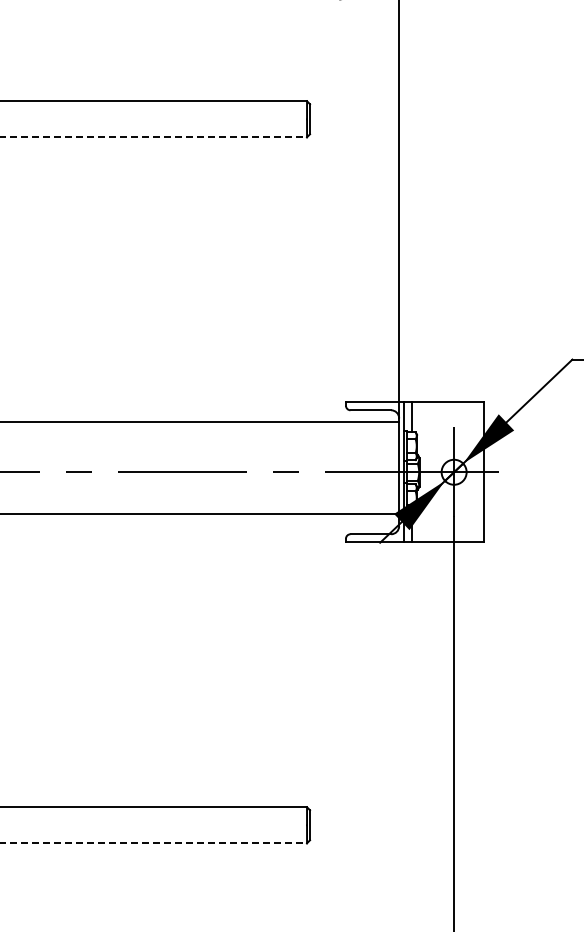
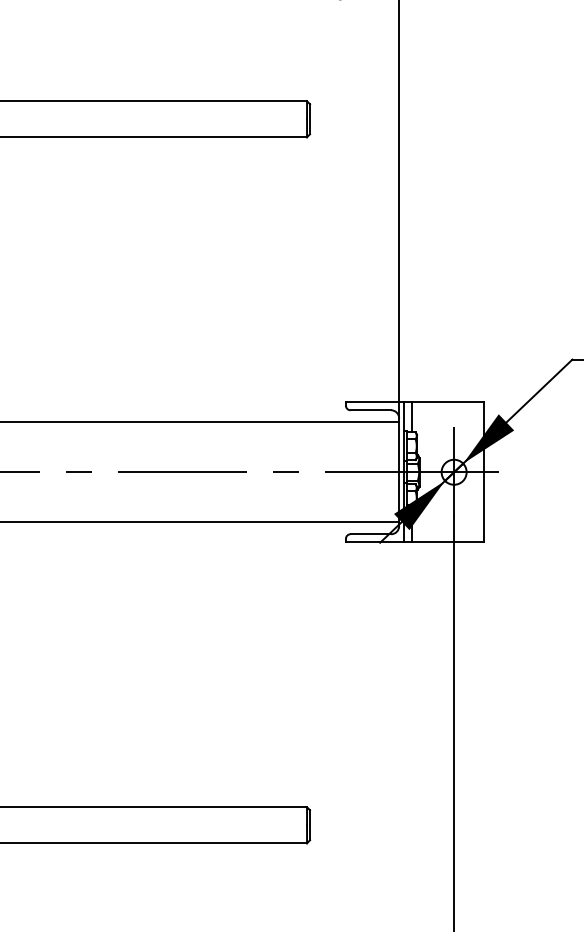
line at (154, 137): dashed -> solid
line at (200, 514) position: (200, 514) -> (200, 522)
line at (154, 843): dashed -> solid
